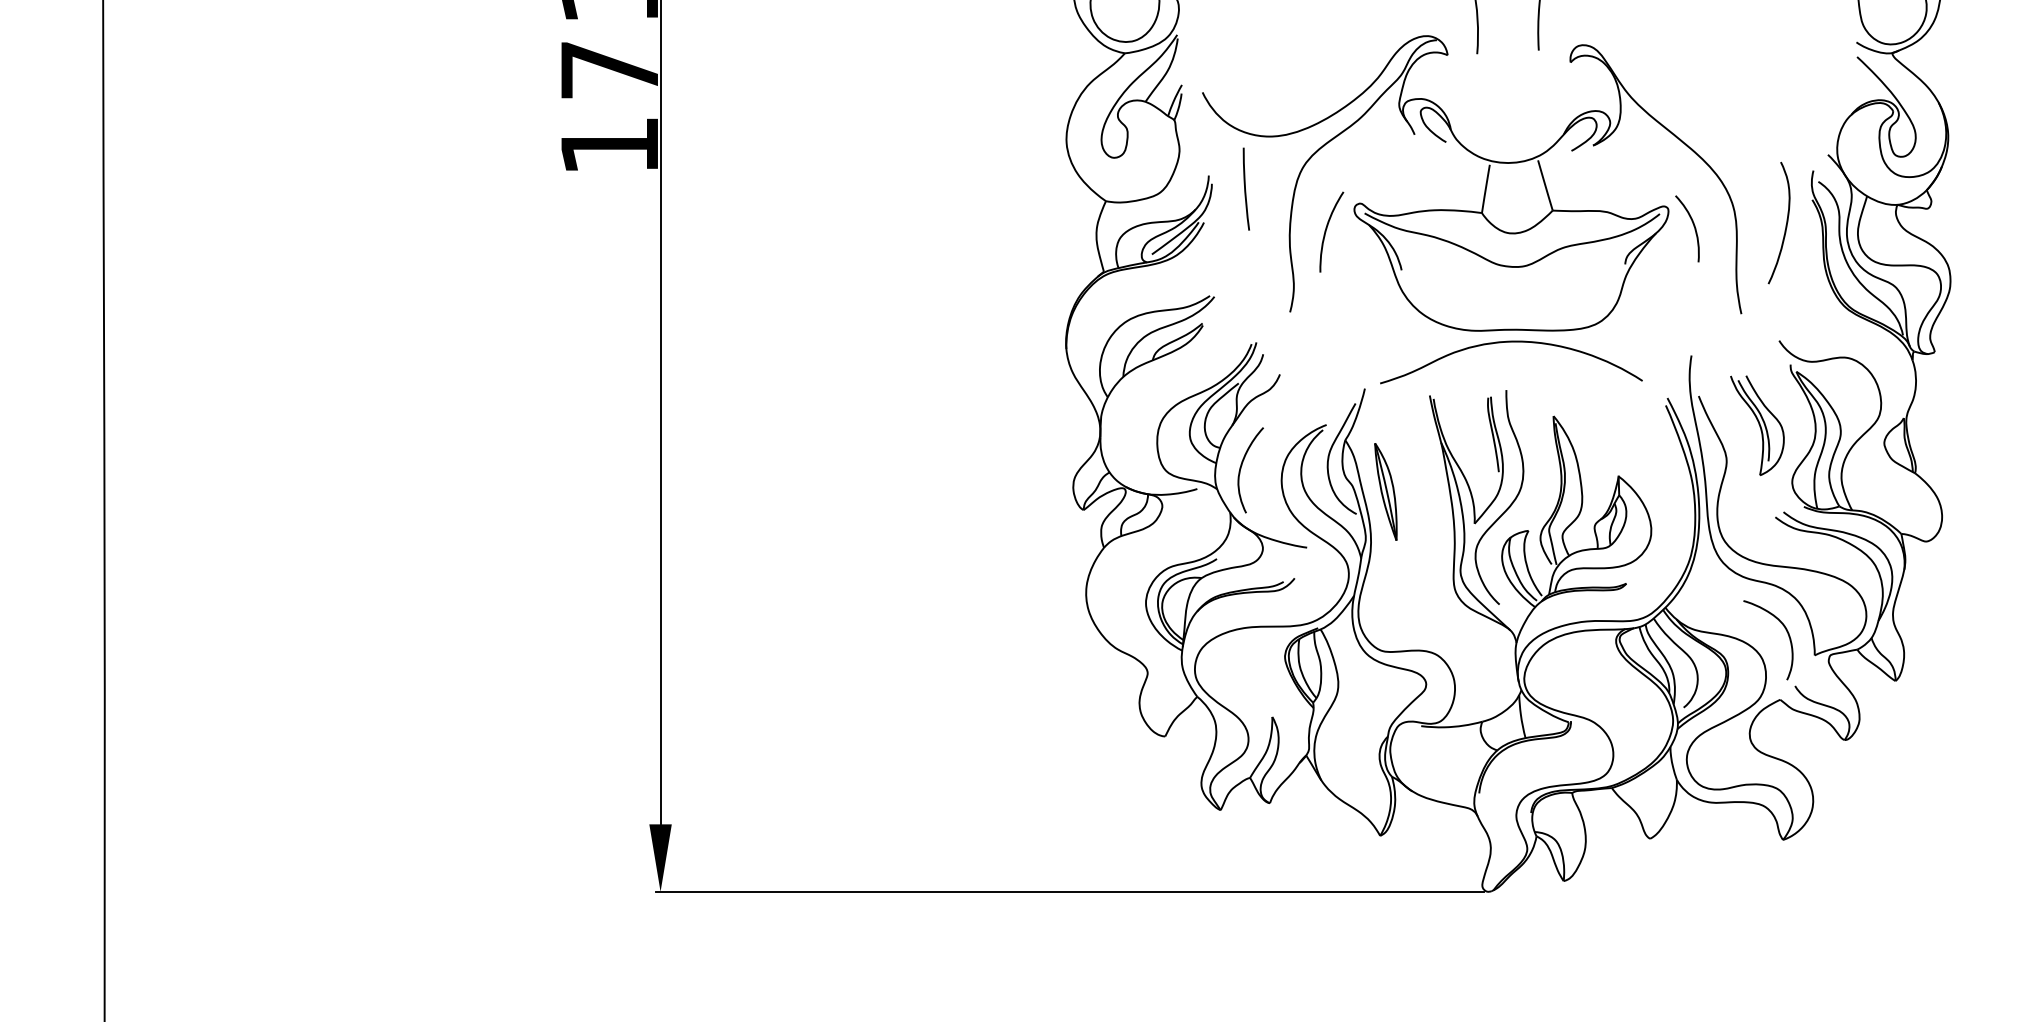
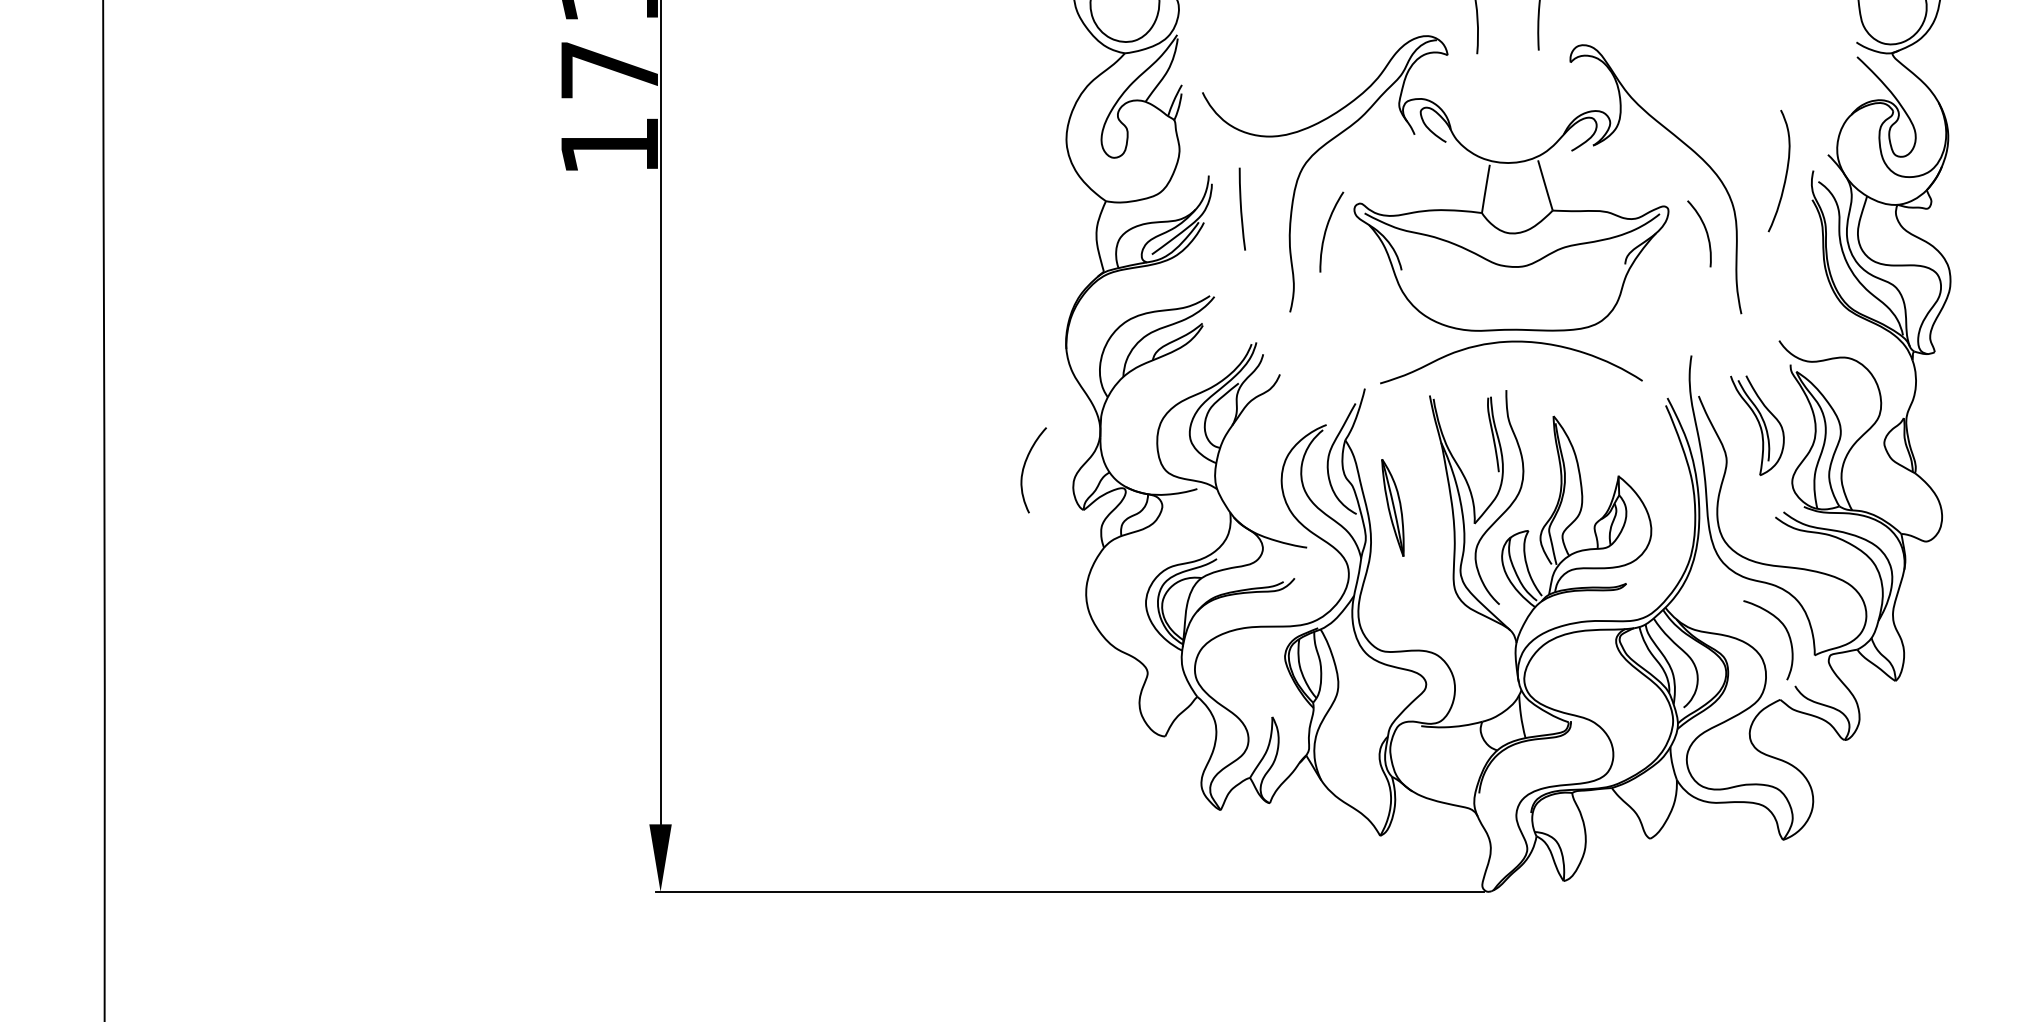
curve at (1245, 188) position: (1245, 188) -> (1241, 208)
curve at (1785, 225) position: (1785, 225) -> (1785, 173)
curve at (1693, 226) position: (1693, 226) -> (1705, 231)
curve at (1241, 468) position: (1241, 468) -> (1024, 468)
part at (1385, 491) position: (1385, 491) -> (1392, 507)
